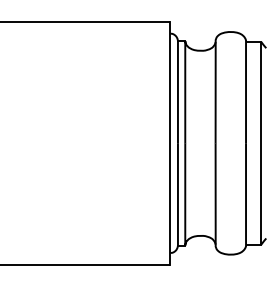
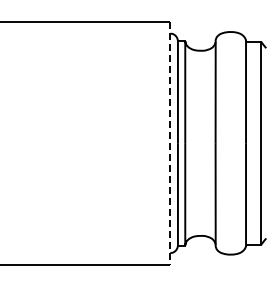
line at (170, 144): solid -> dashed
